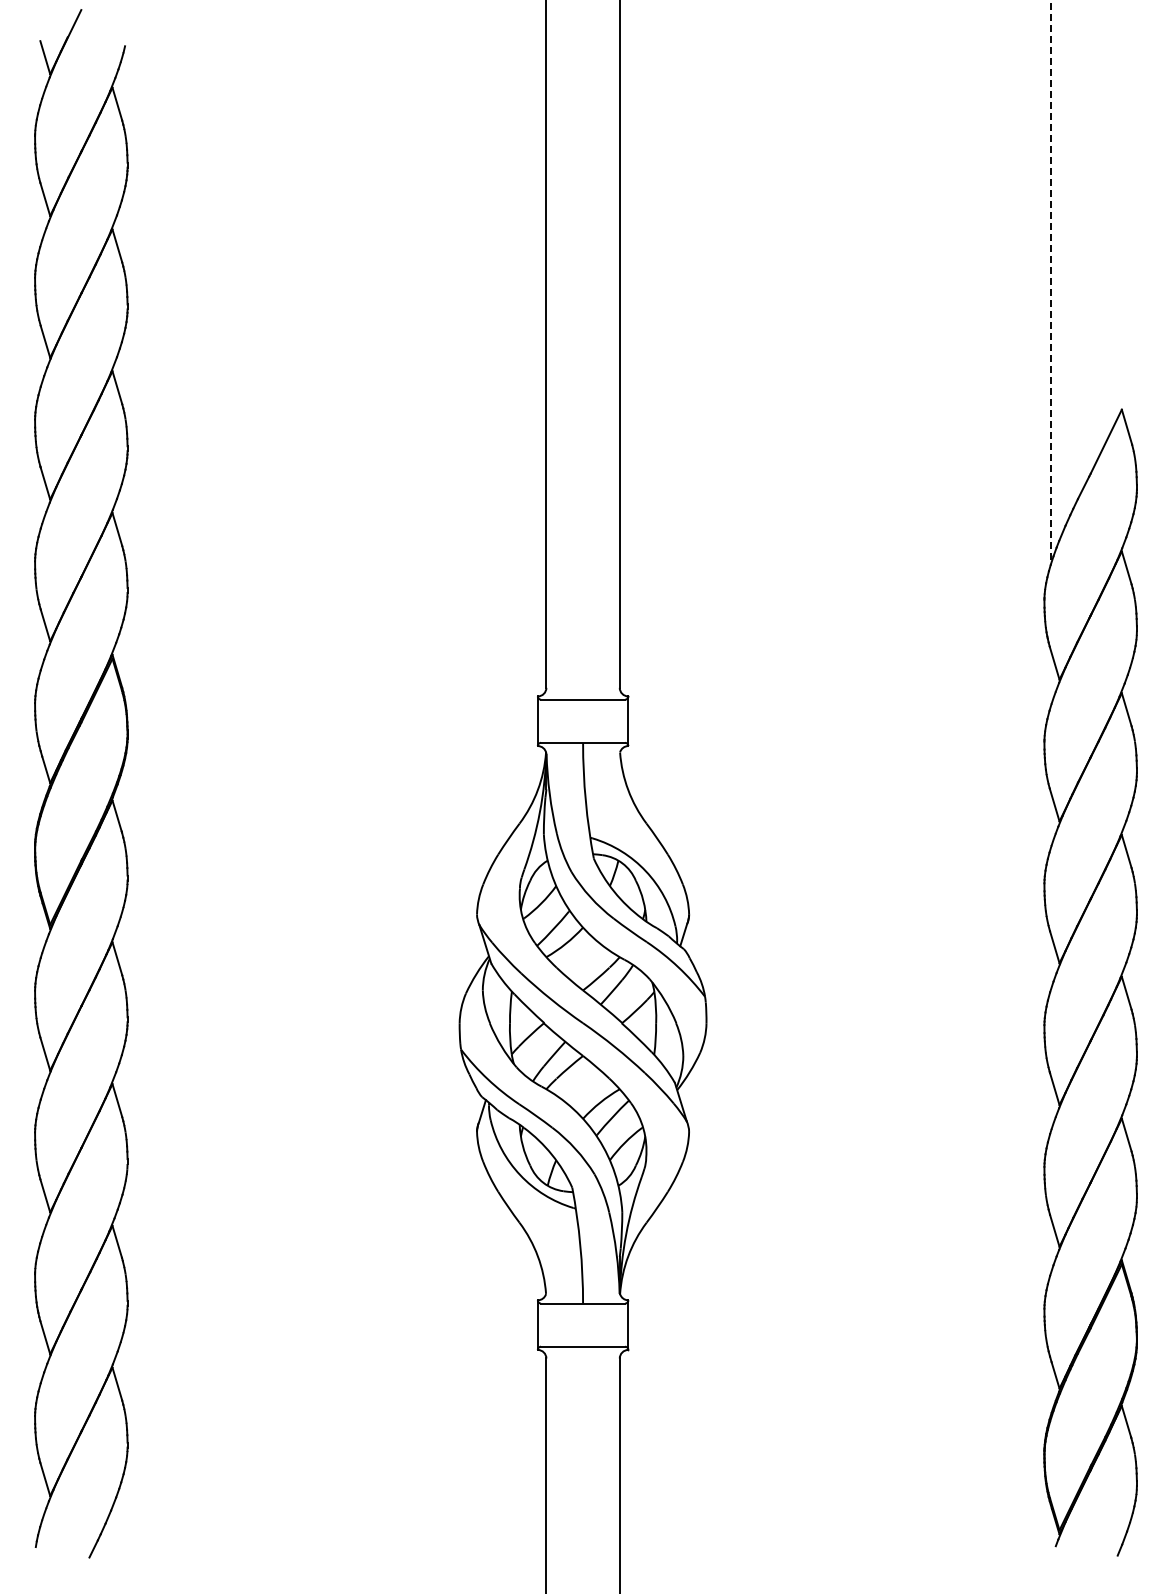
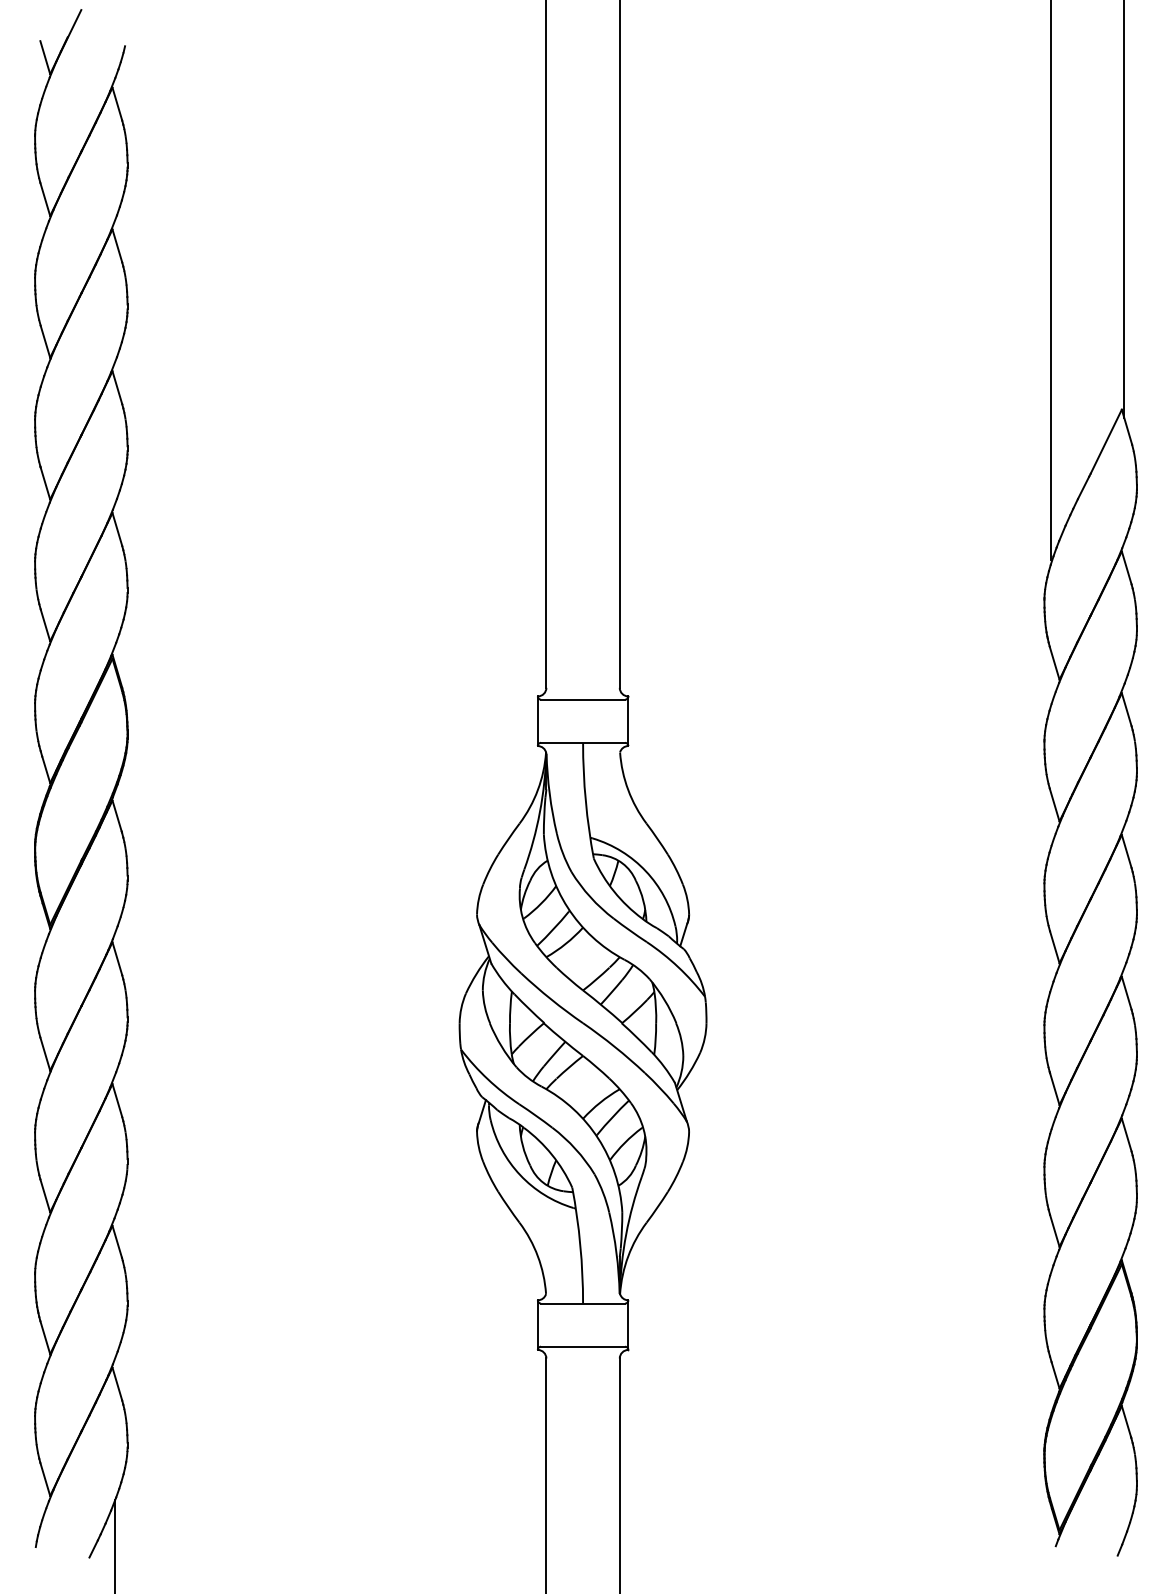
line at (1124, 210): none -> present
line at (1051, 280): dashed -> solid
line at (115, 1545): none -> present
